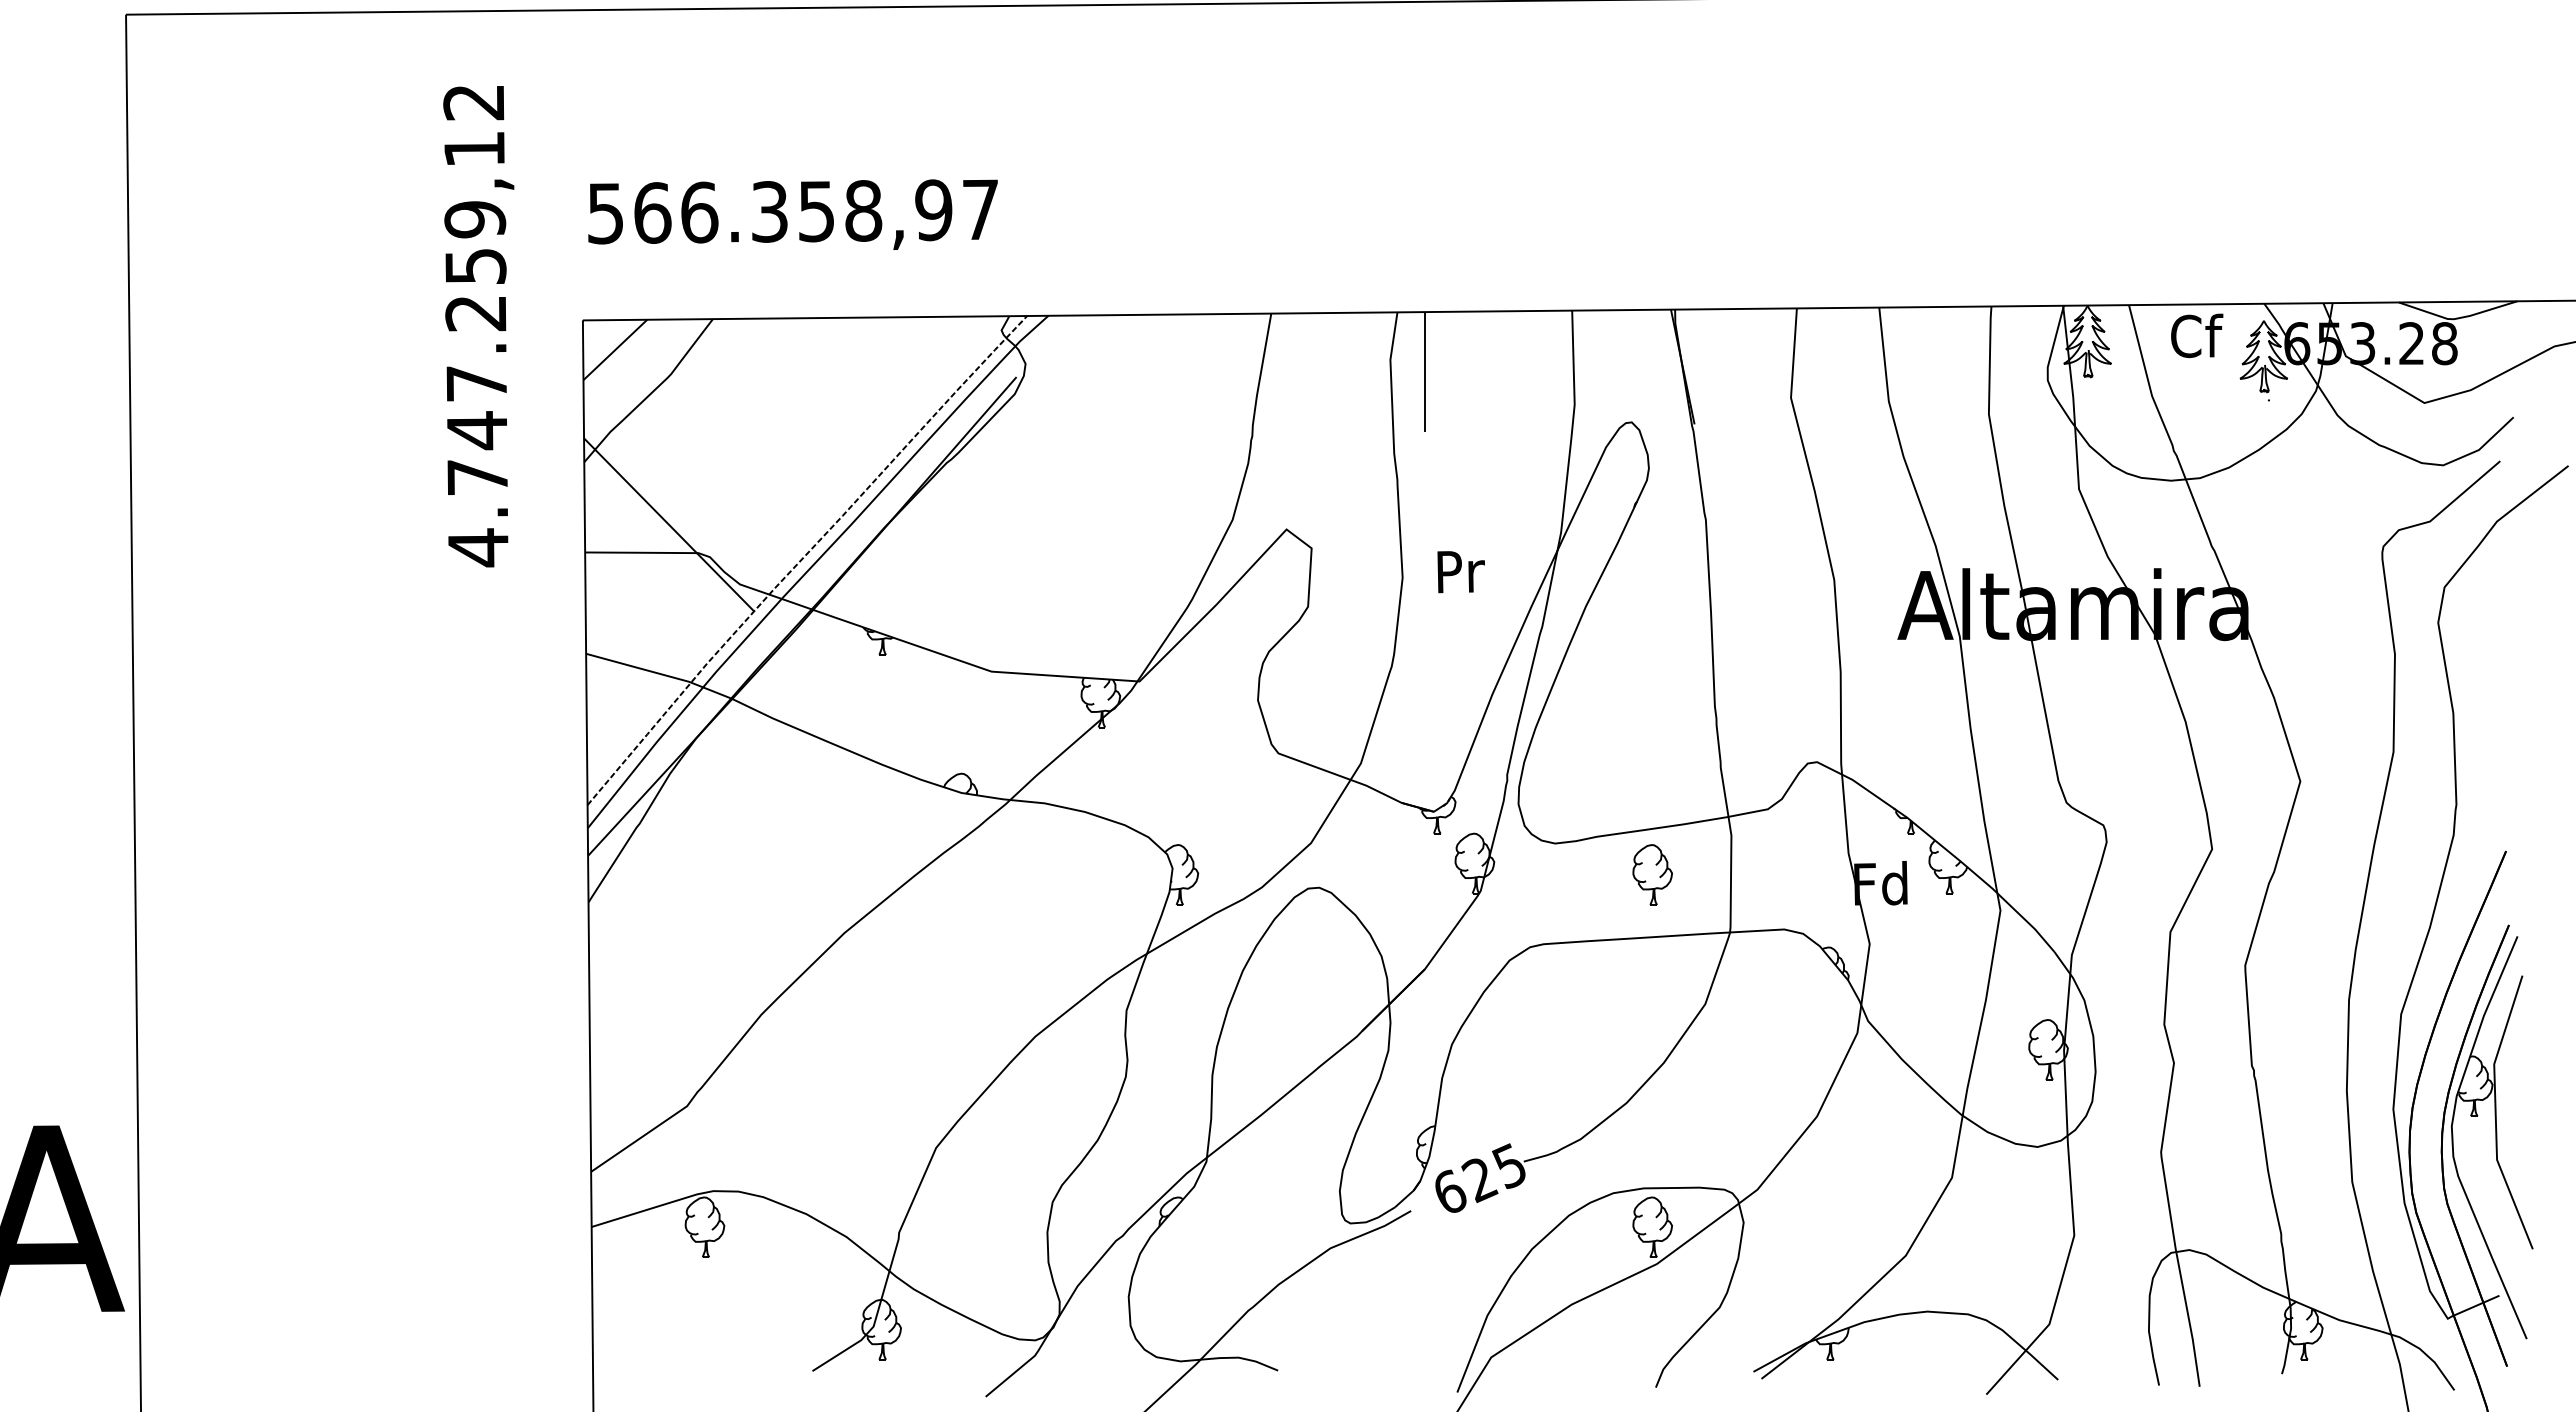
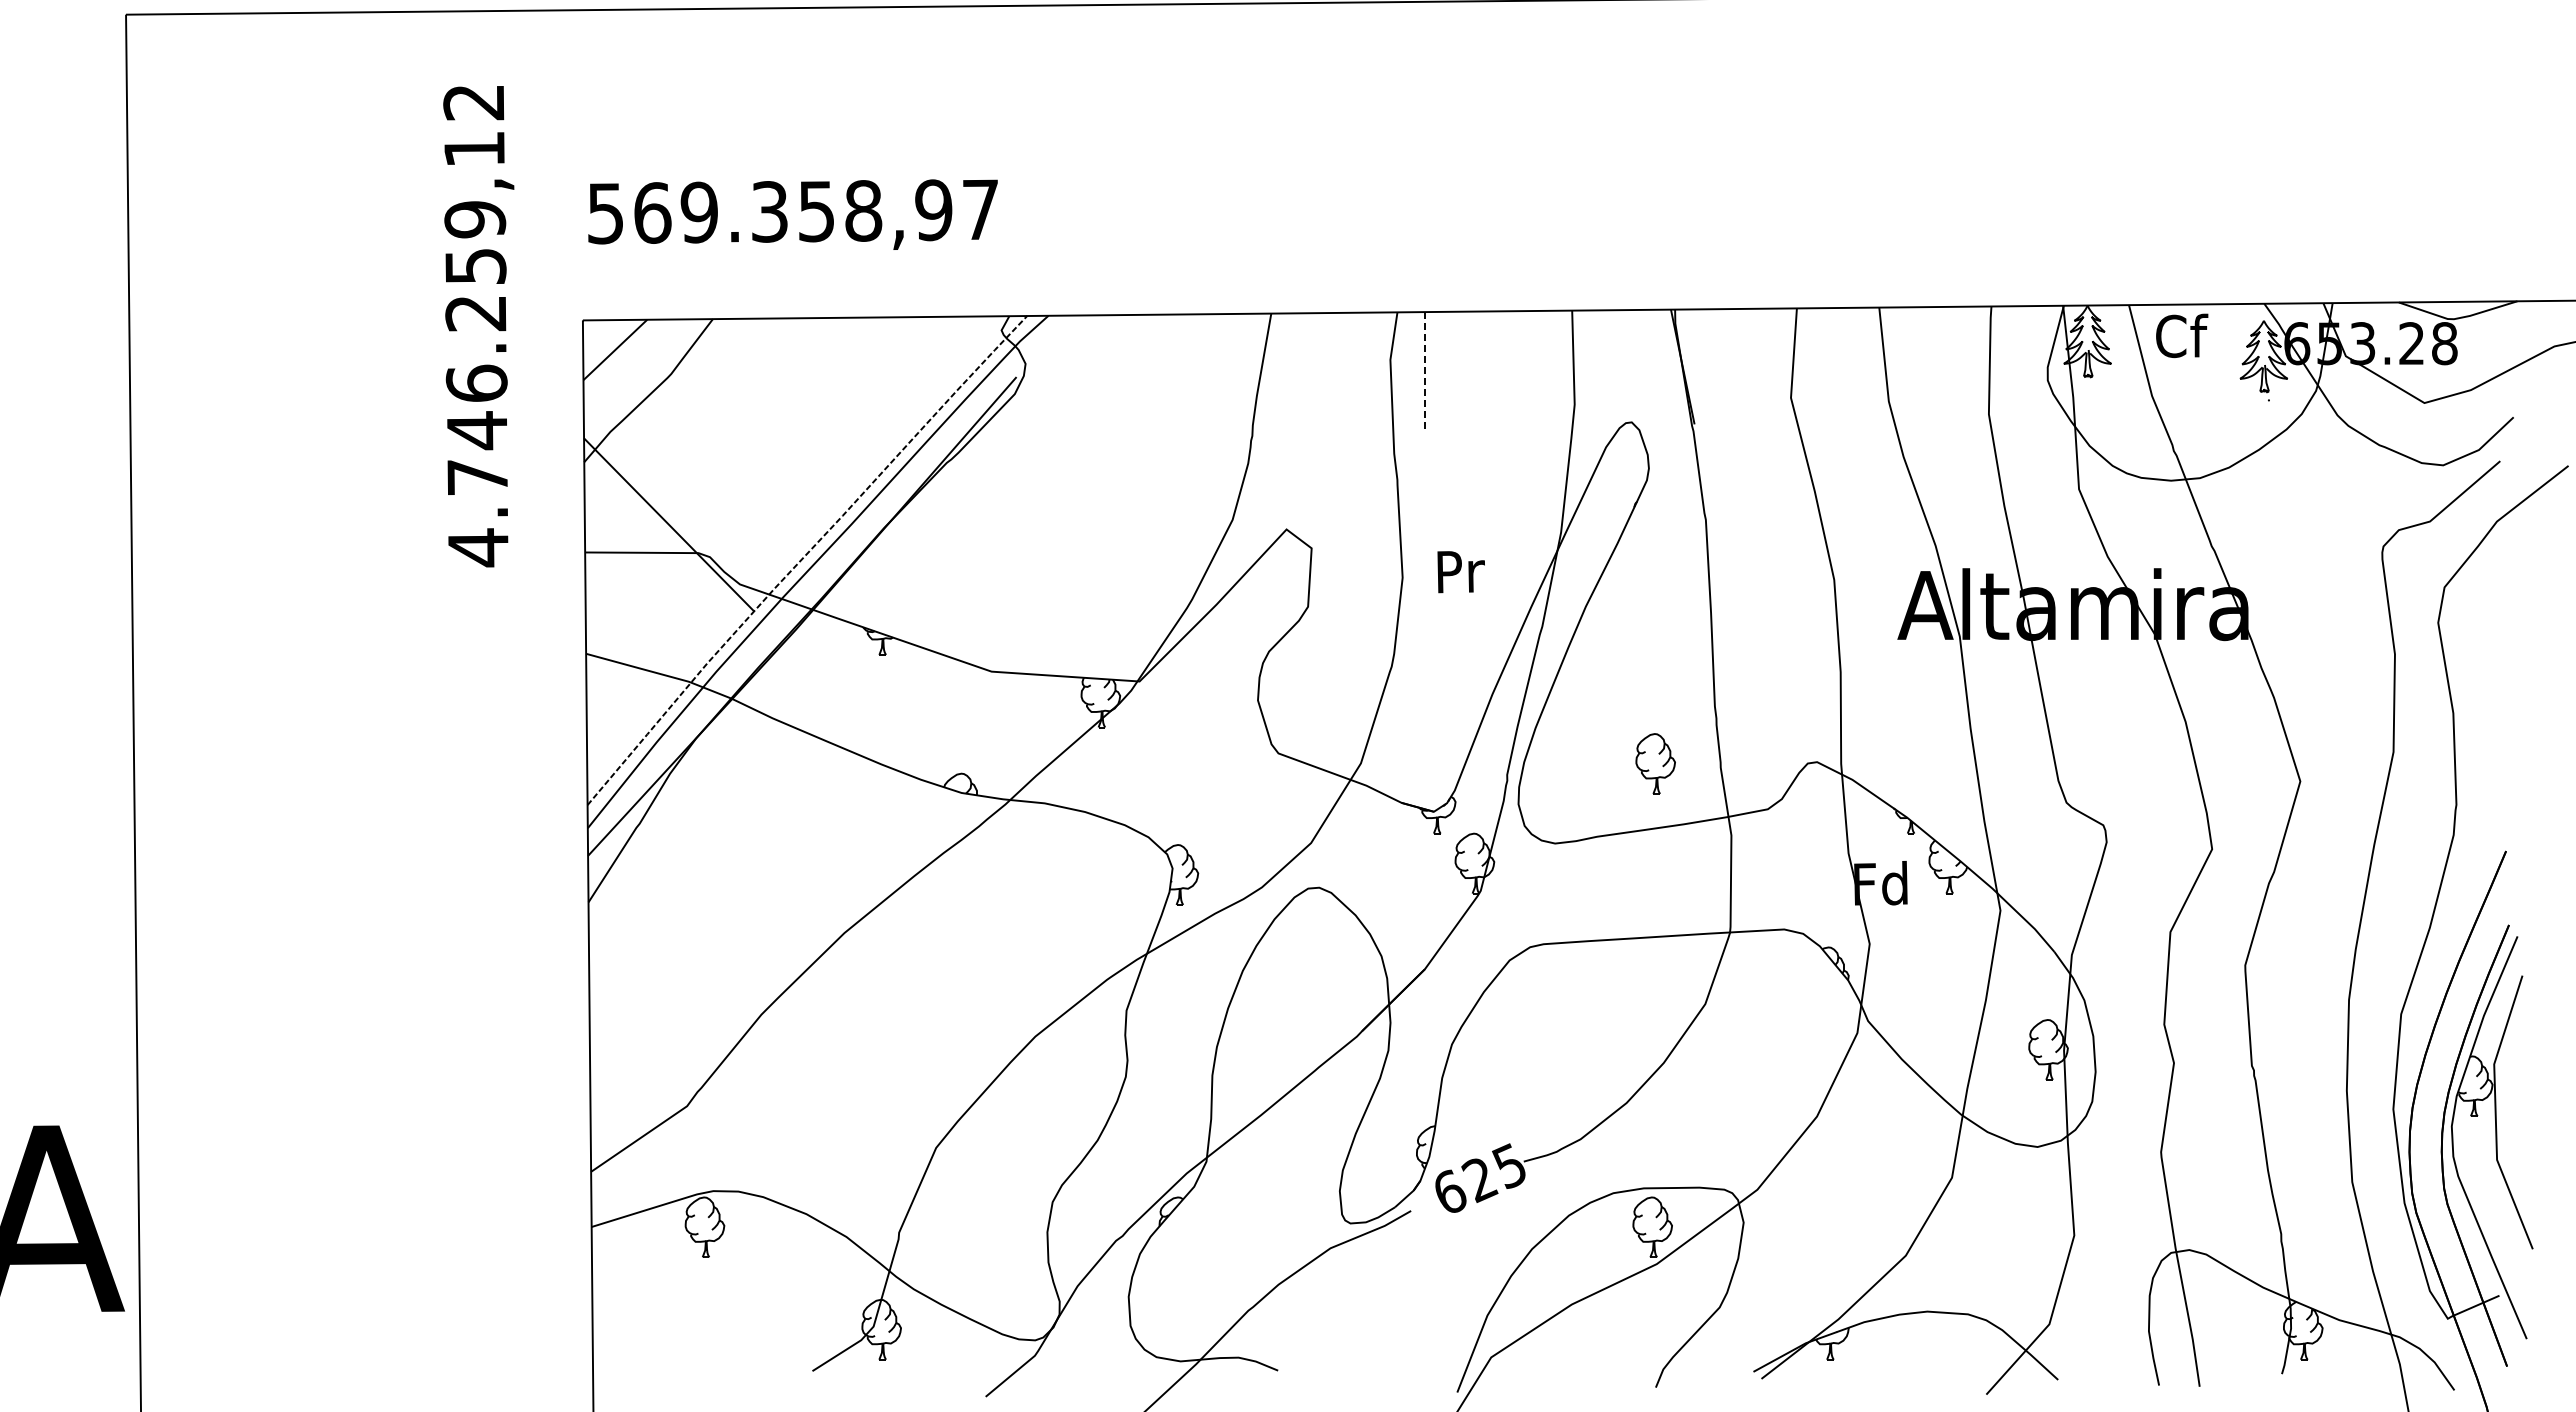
text at (699, 212): 566.358,97 -> 569.358,97
text at (2197, 335) position: (2197, 335) -> (2182, 335)
line at (1425, 371): solid -> dashed
text at (476, 382): 4.747.259,12 -> 4.746.259,12
part at (1652, 874) position: (1652, 874) -> (1655, 763)
